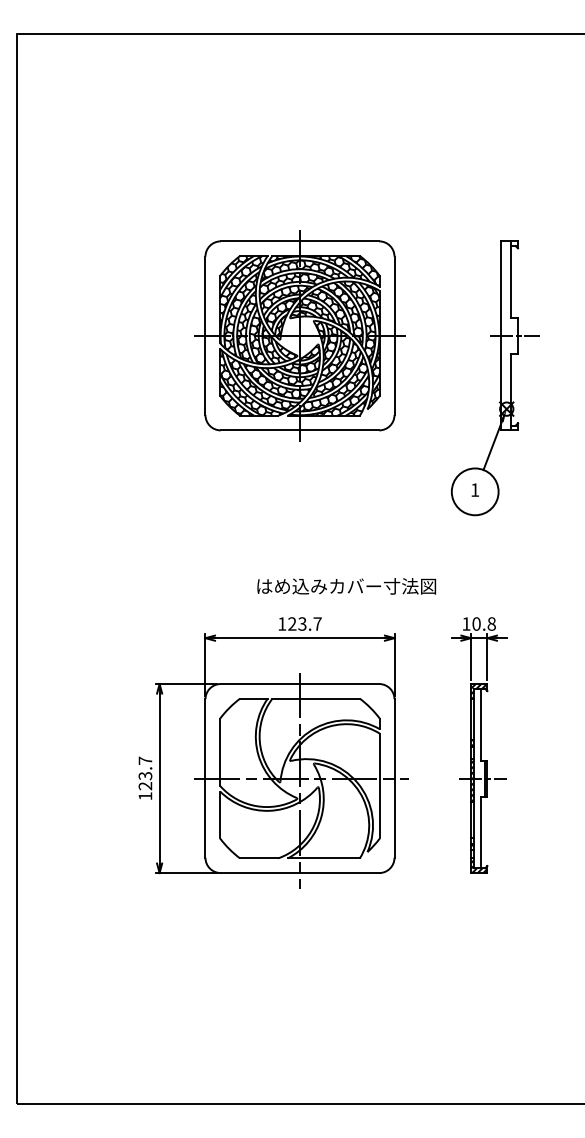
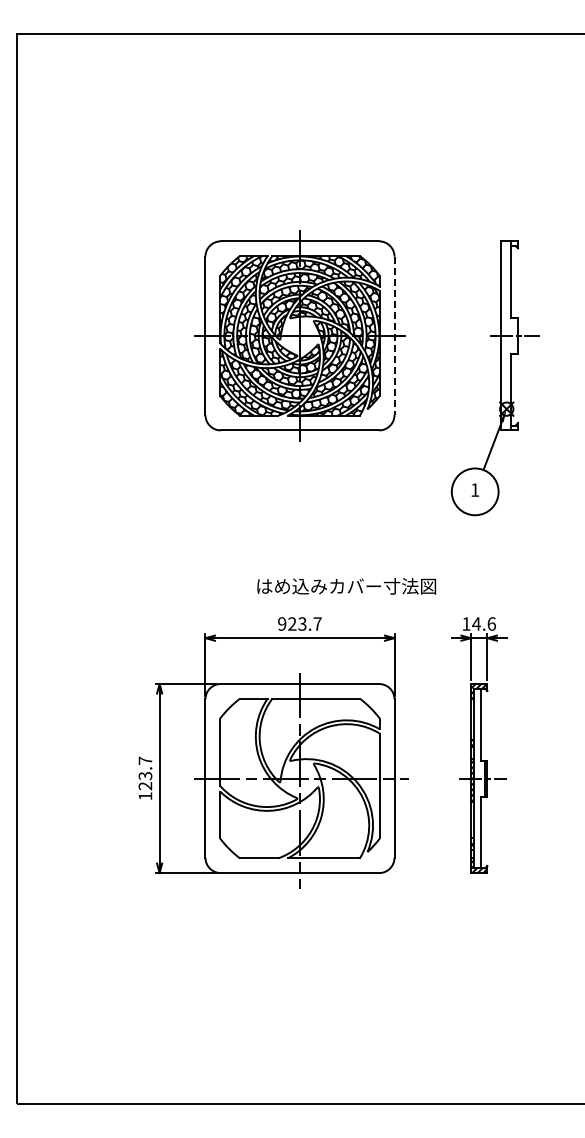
line at (394, 336): solid -> dashed
text at (282, 623): 123.7 -> 923.7
text at (484, 623): 10.8 -> 14.6
